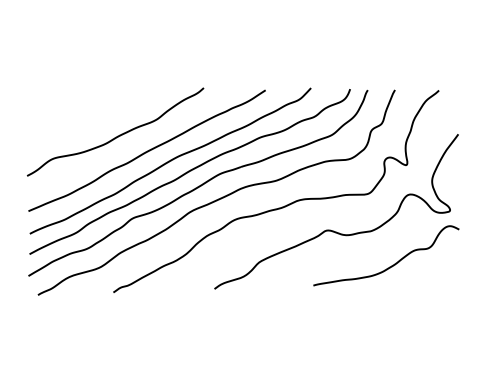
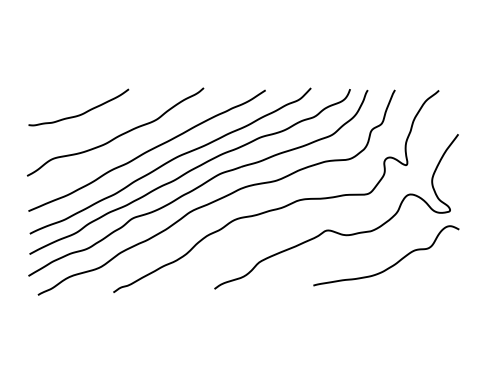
curve at (81, 113): none -> present
